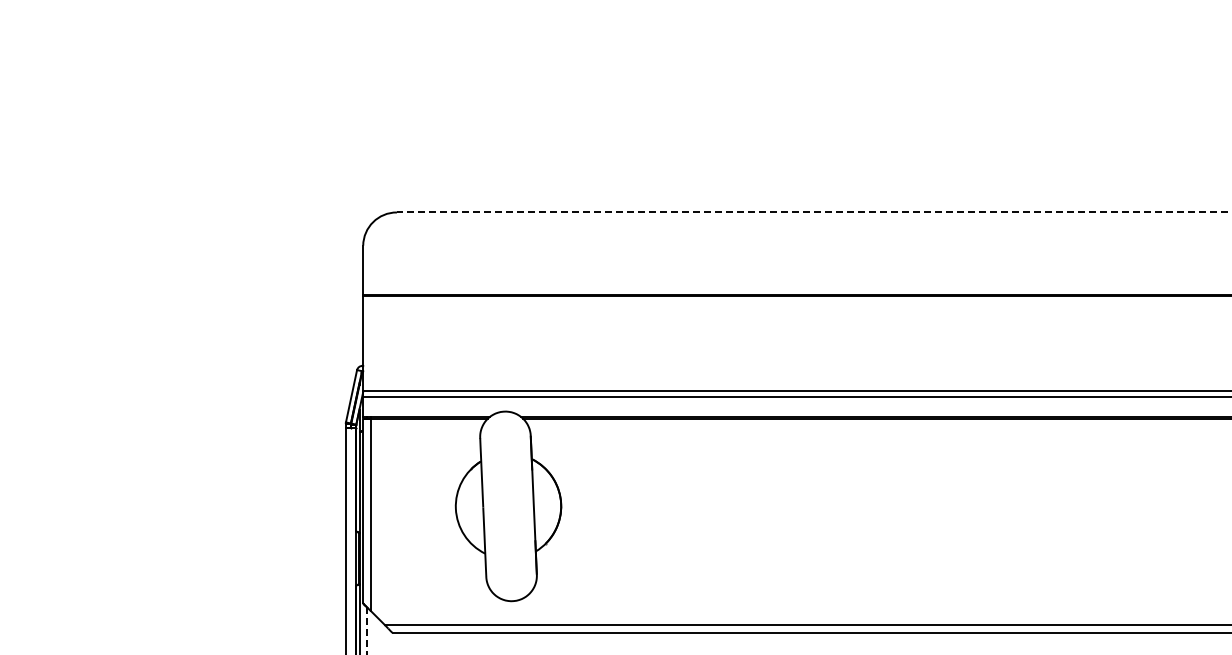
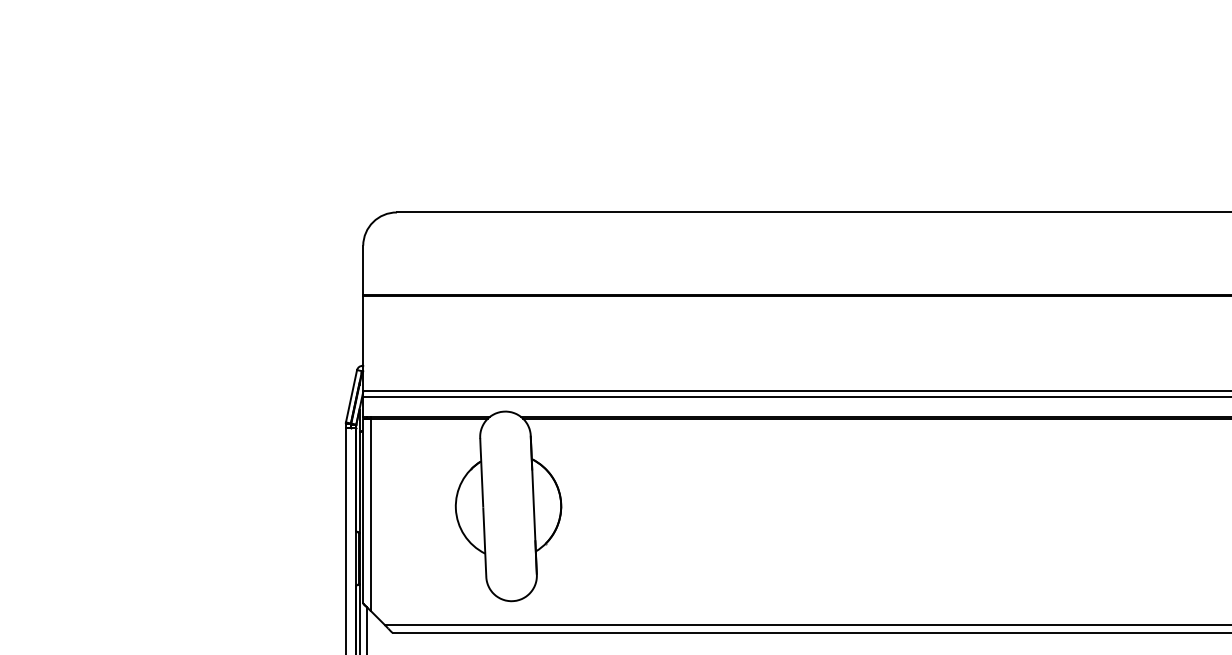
line at (813, 212): dashed -> solid
line at (366, 631): dashed -> solid
